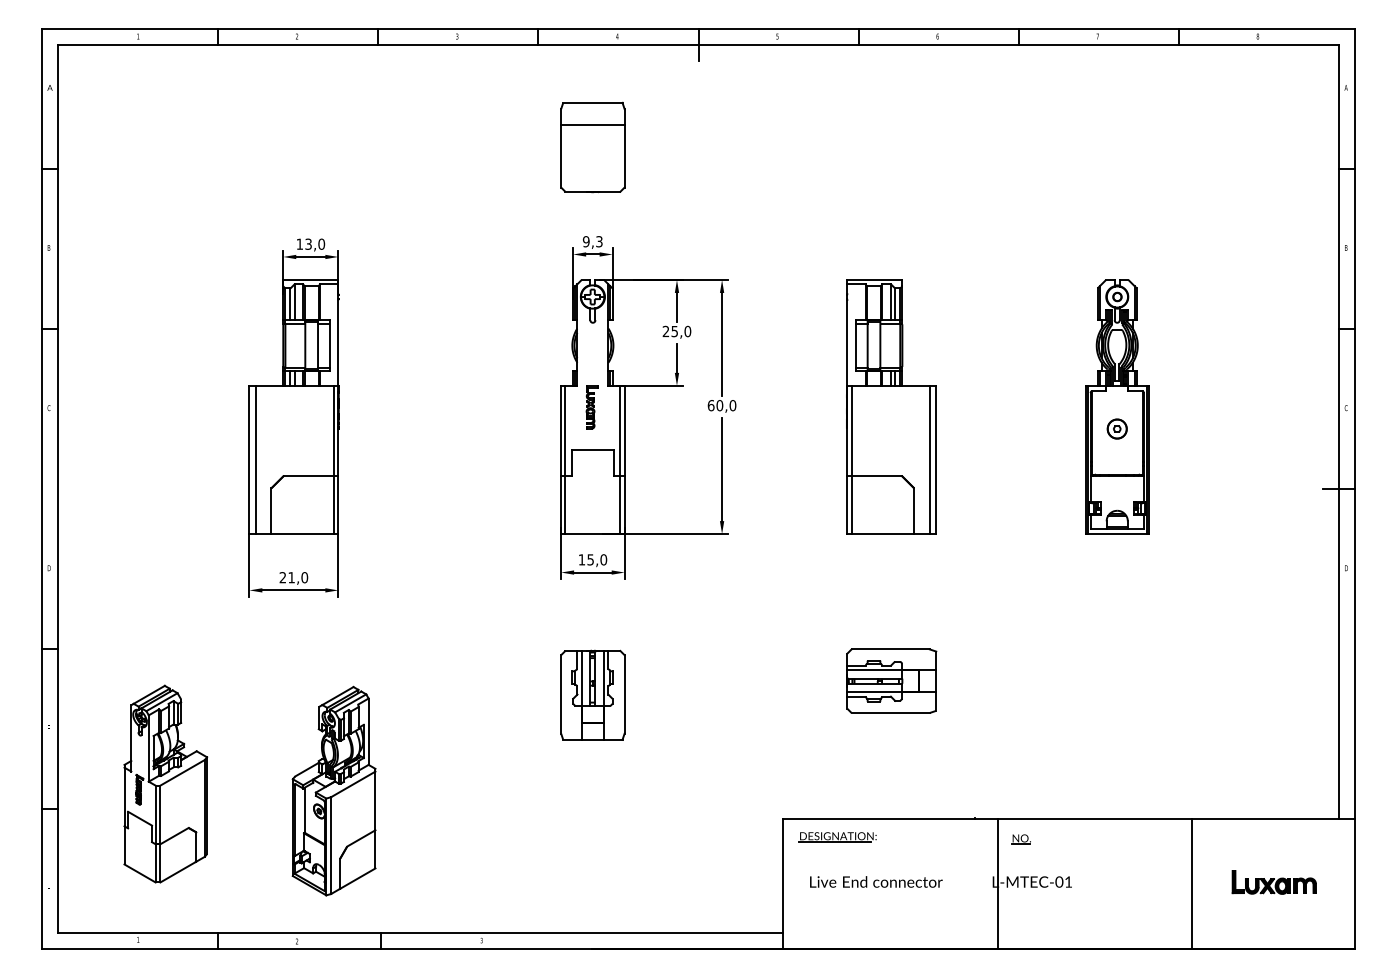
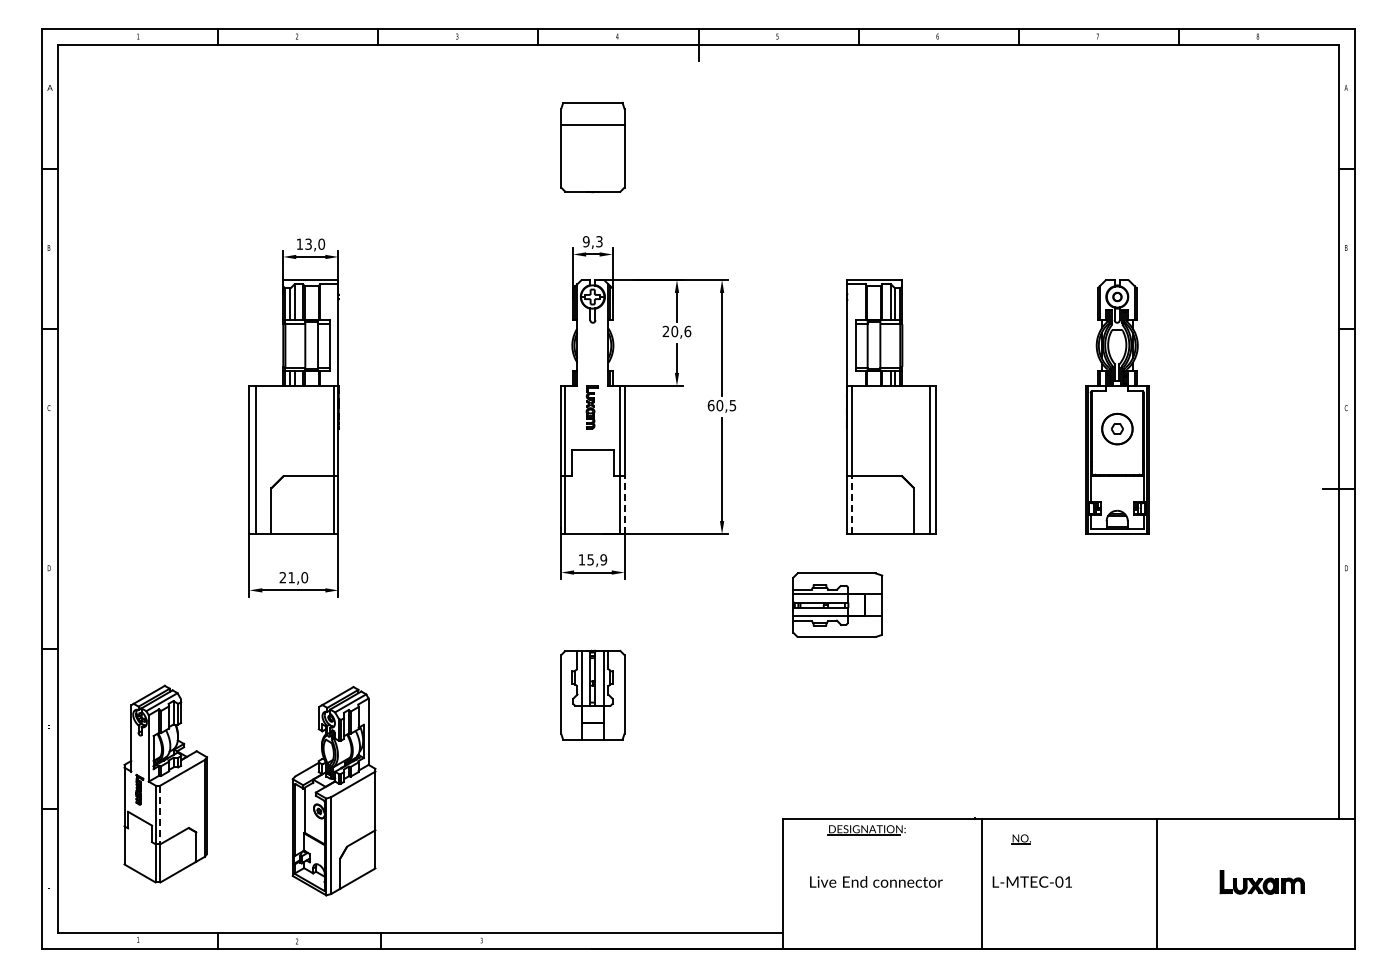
text at (681, 331): 25,0 -> 20,6
text at (732, 405): 60,0 -> 60,5
part at (1116, 428) size: 22x22 px -> 33x34 px
line at (624, 504): solid -> dashed
line at (851, 504): solid -> dashed
text at (603, 559): 15,0 -> 15,9
part at (891, 680) position: (891, 680) -> (837, 604)
line at (160, 815): solid -> dashed
part at (837, 837) position: (837, 837) -> (866, 830)
part at (1273, 882) position: (1273, 882) -> (1261, 882)
line at (997, 883) position: (997, 883) -> (981, 883)
line at (1192, 883) position: (1192, 883) -> (1157, 883)
